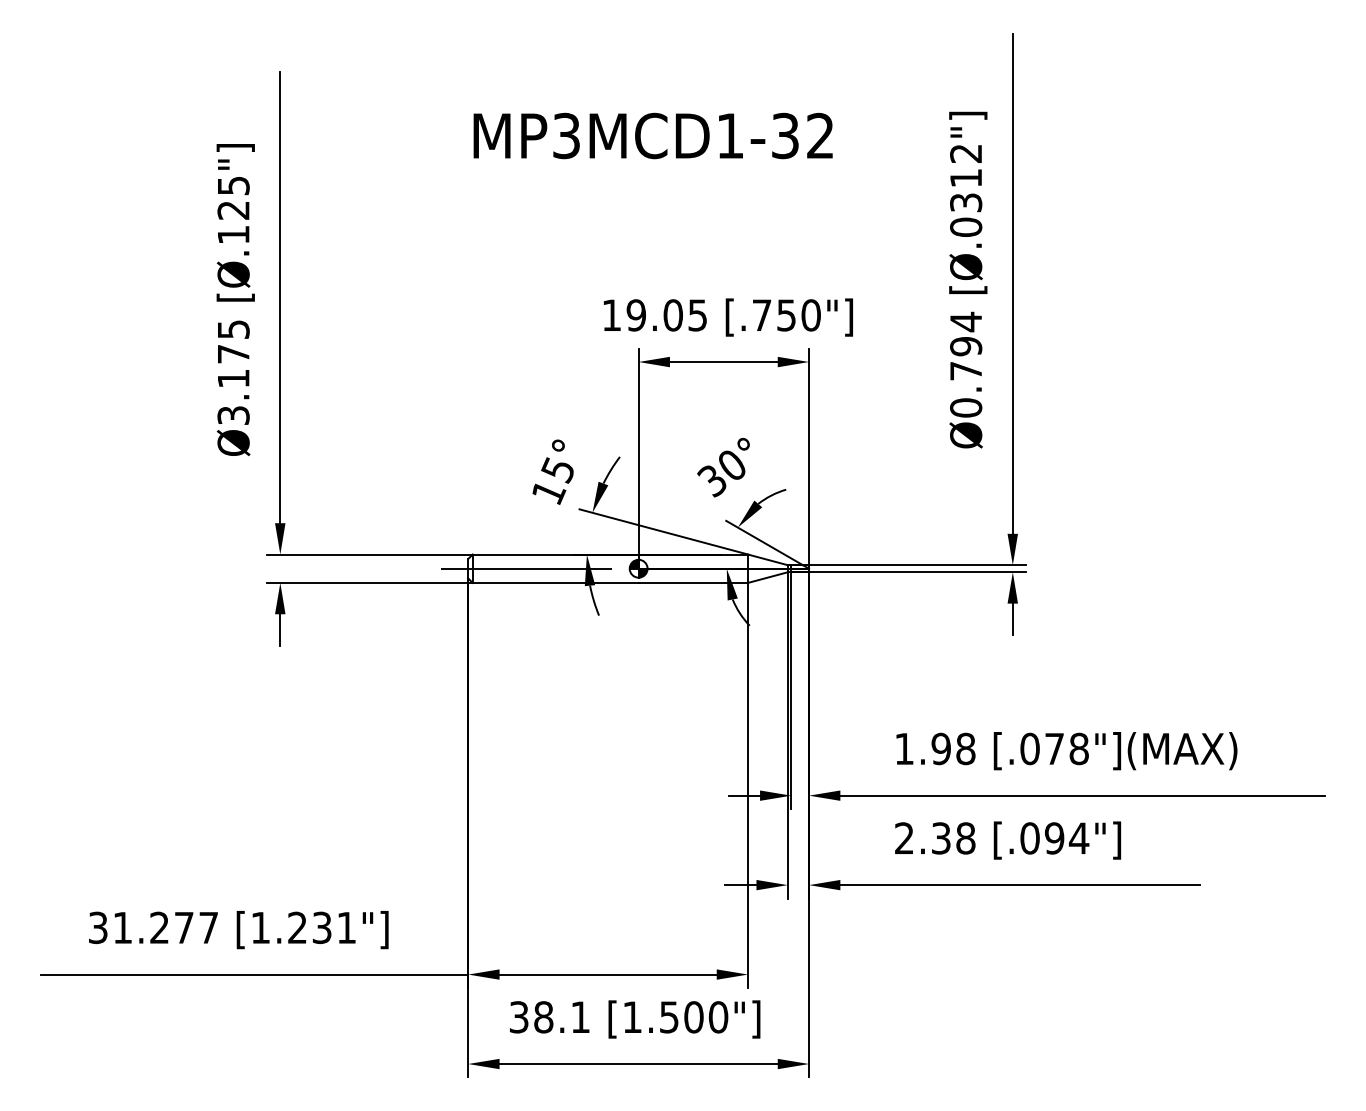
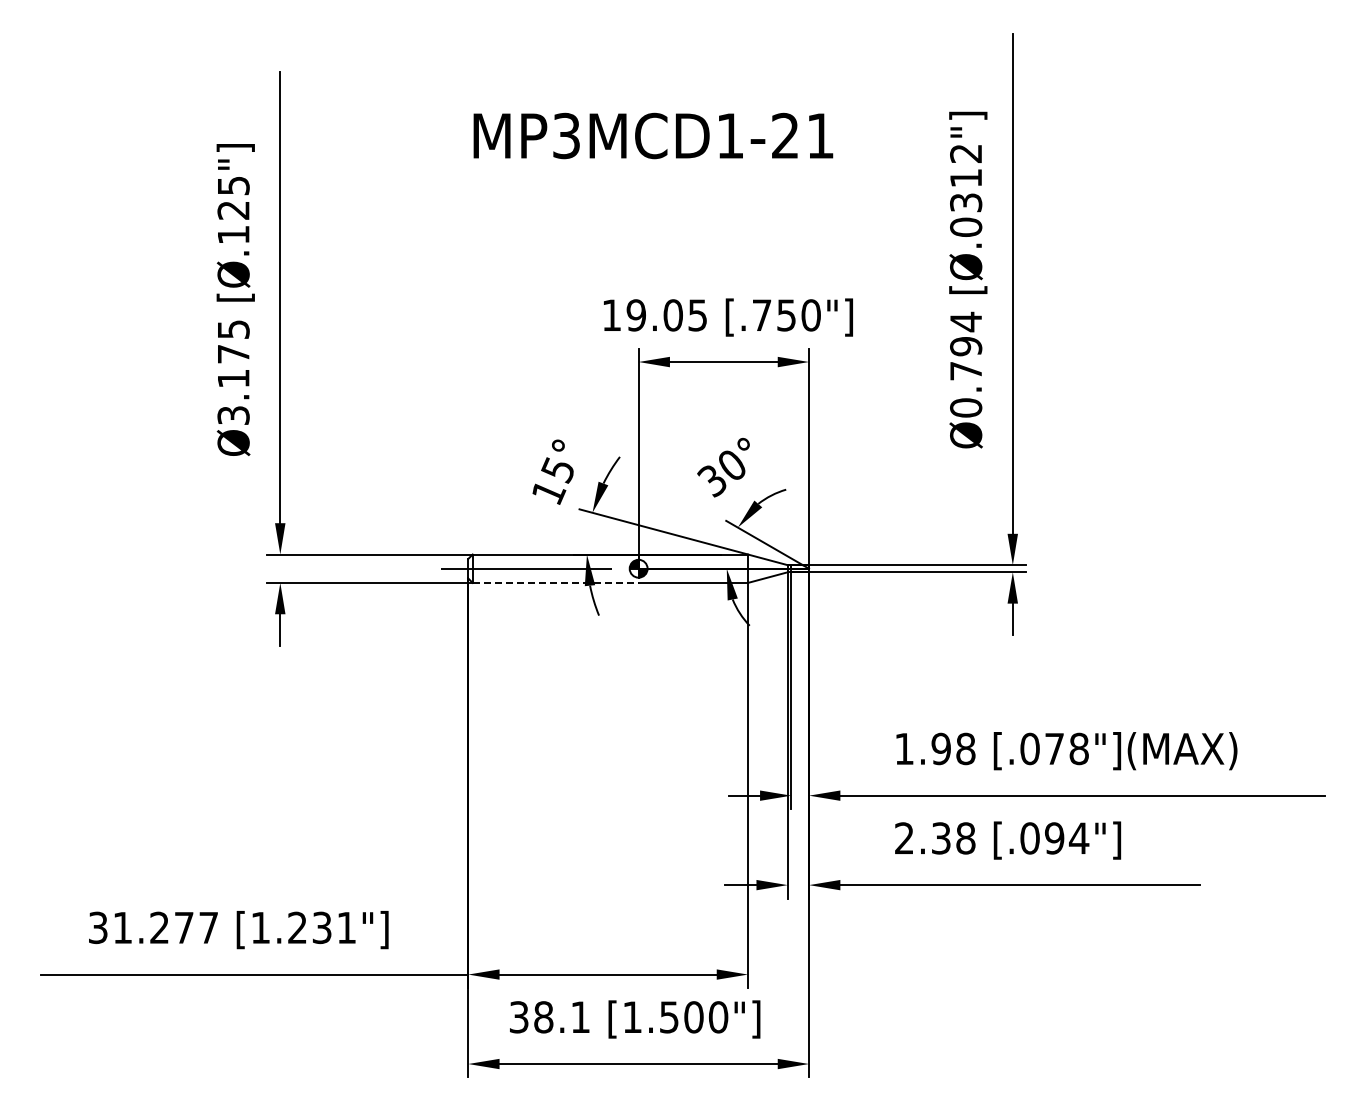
text at (802, 135): MP3MCD1-32 -> MP3MCD1-21
line at (555, 582): solid -> dashed
